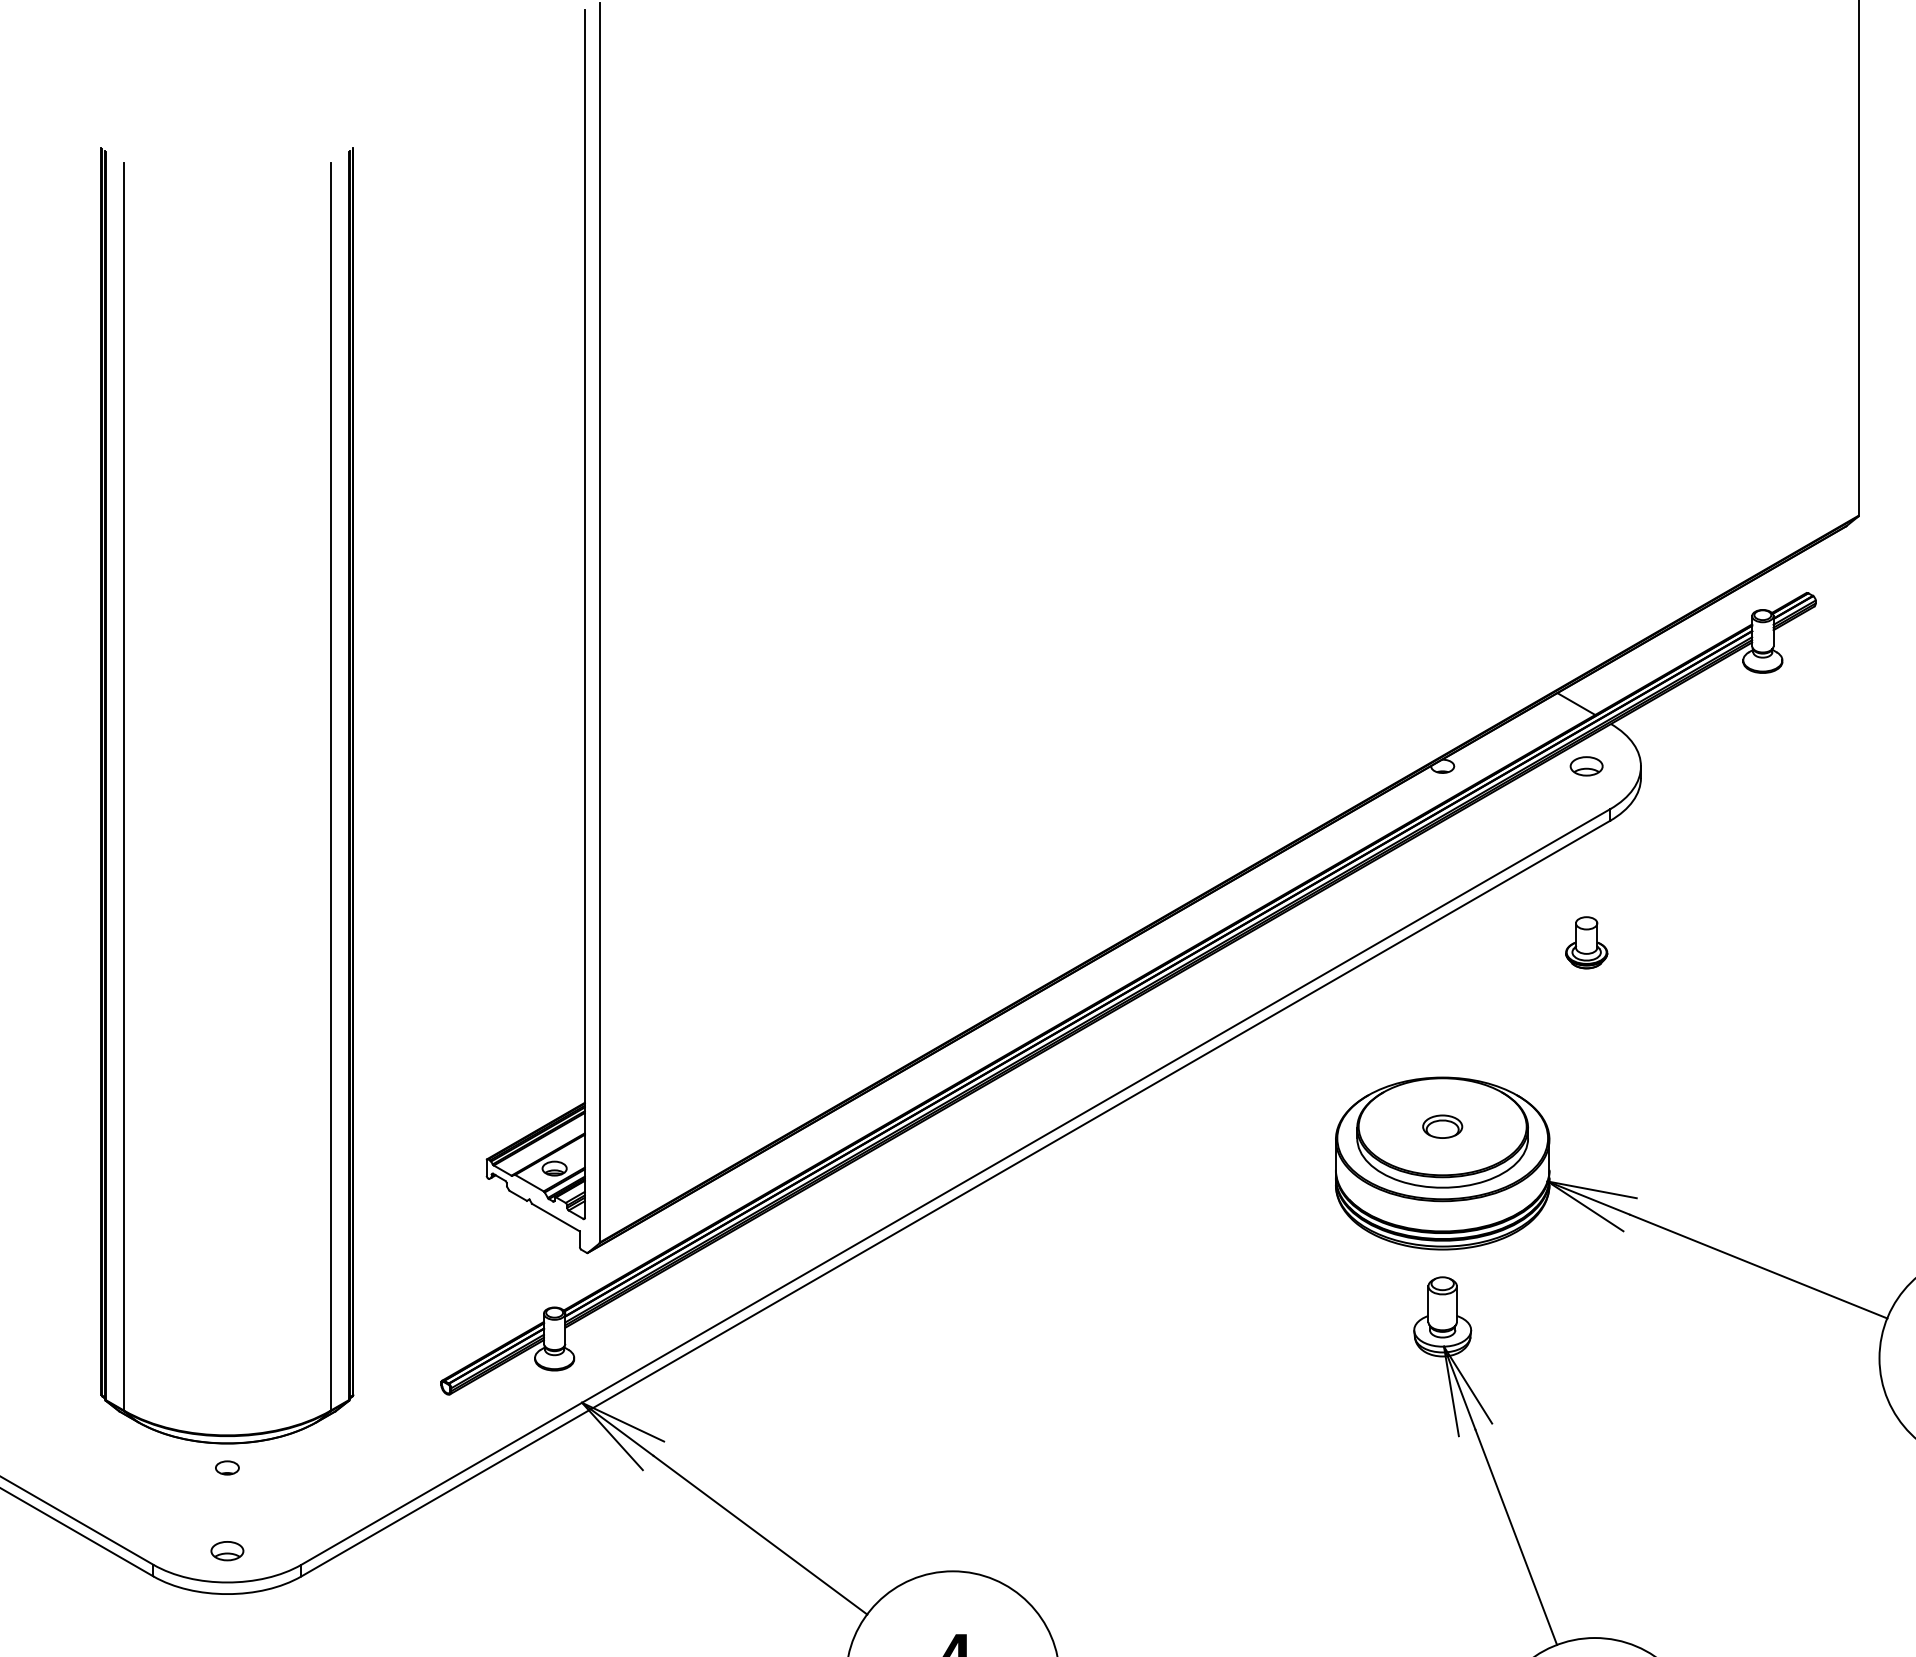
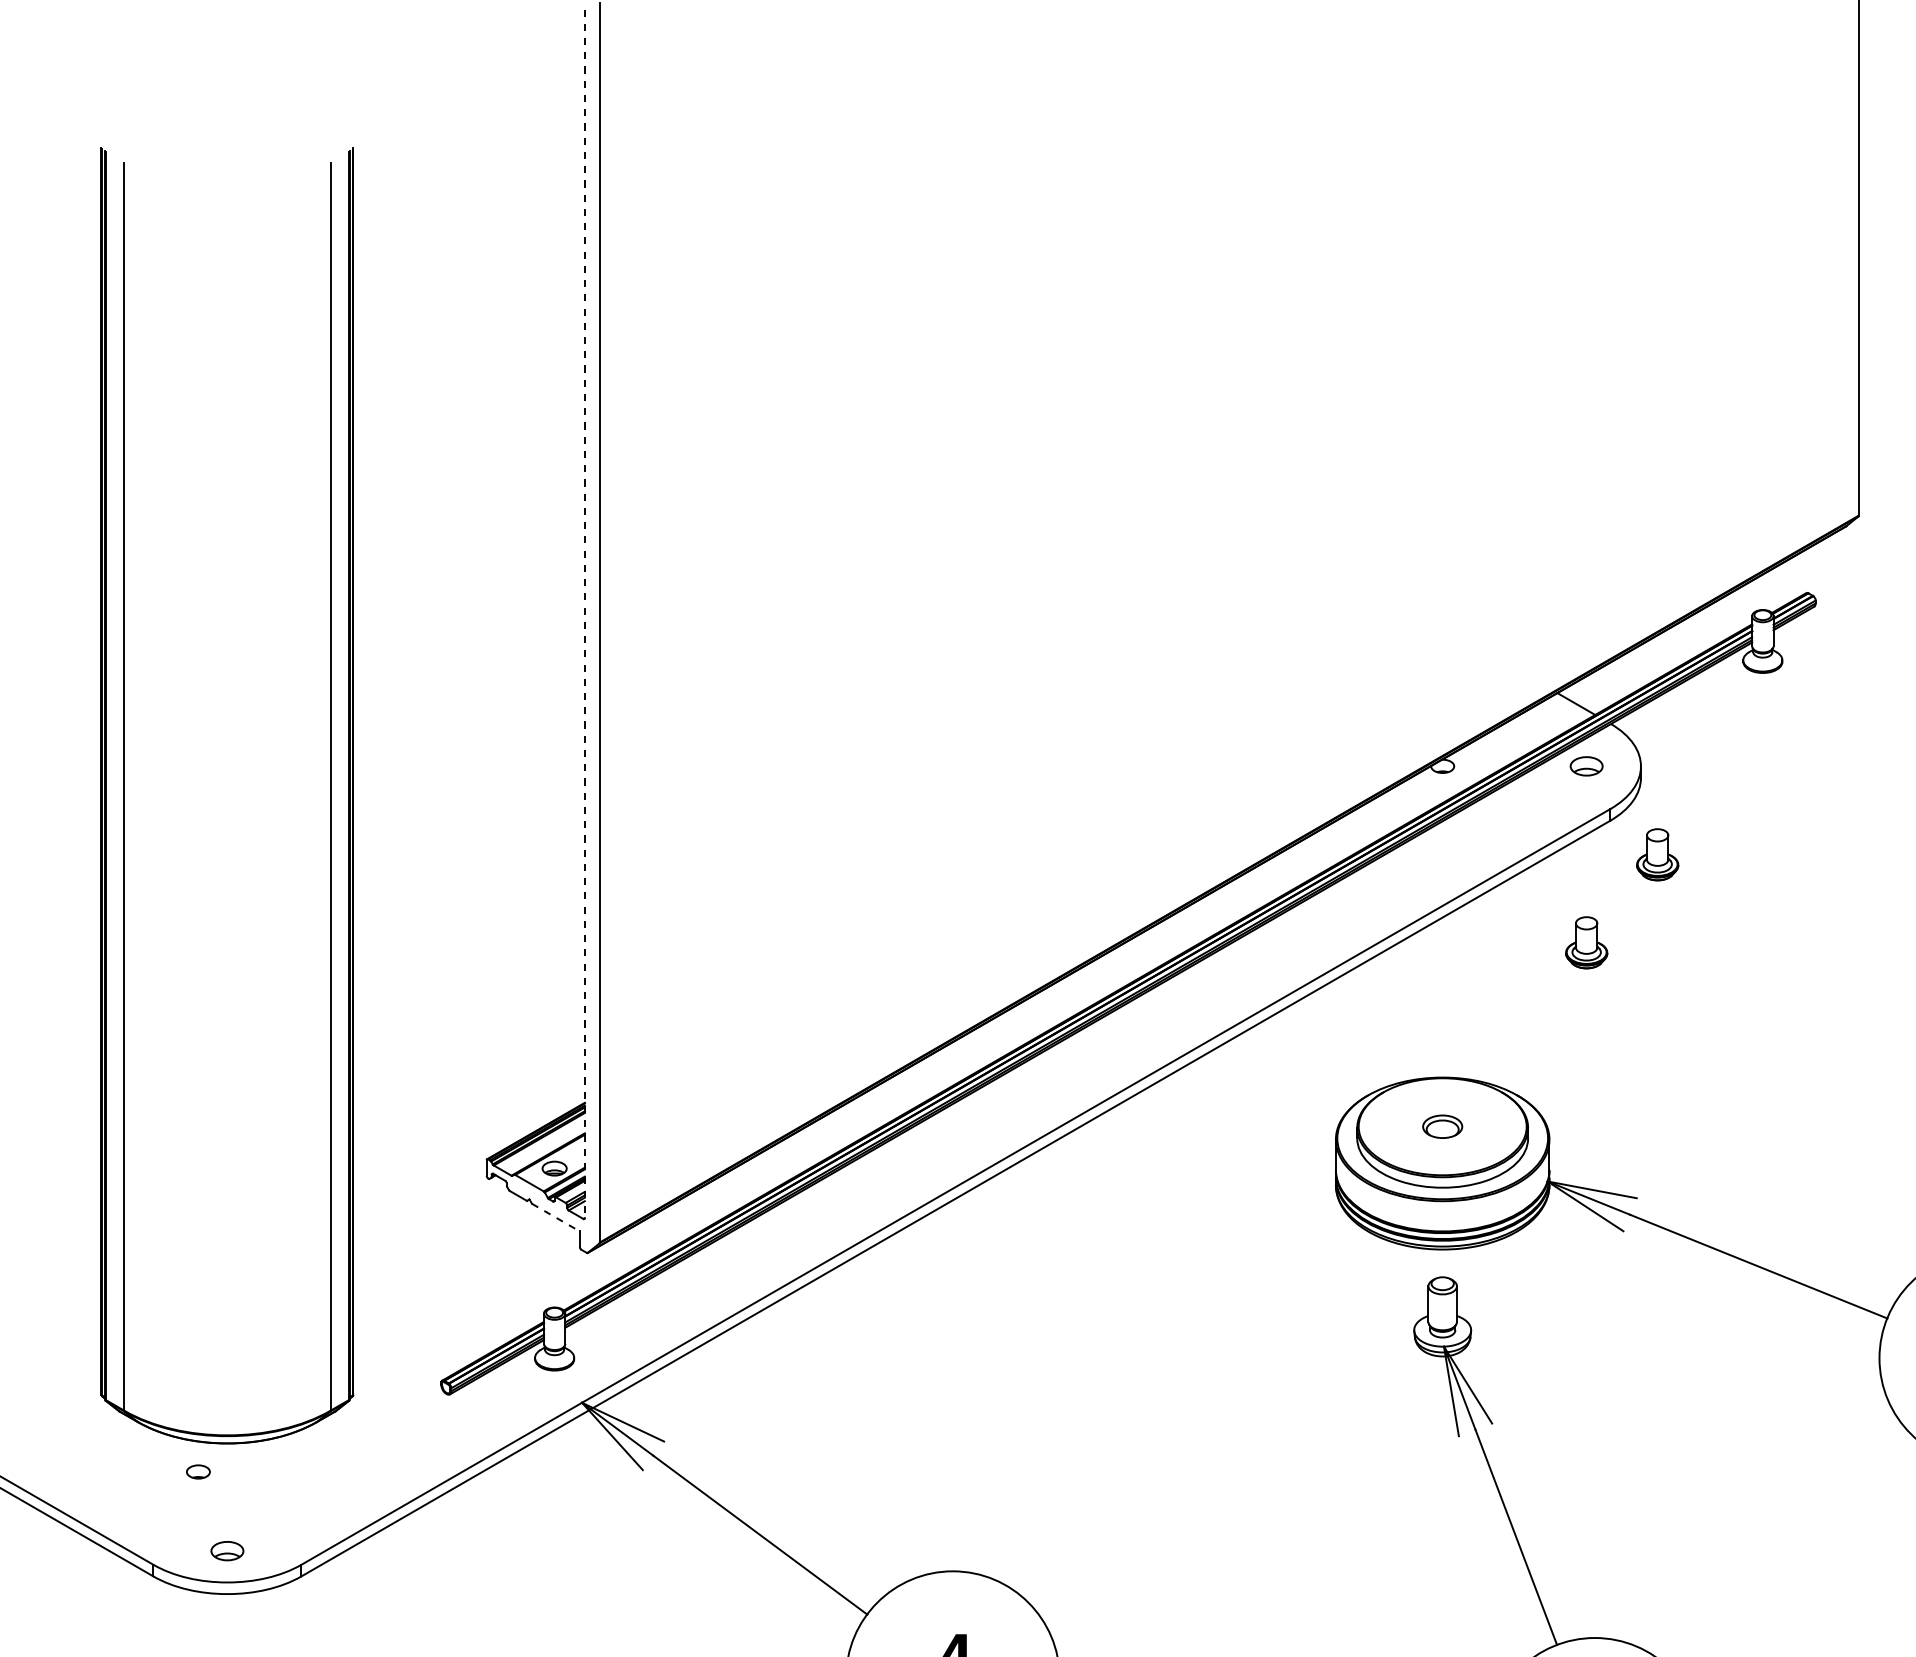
line at (584, 614): solid -> dashed
part at (1657, 854): none -> present
line at (555, 1217): solid -> dashed
part at (227, 1467) position: (227, 1467) -> (198, 1471)
